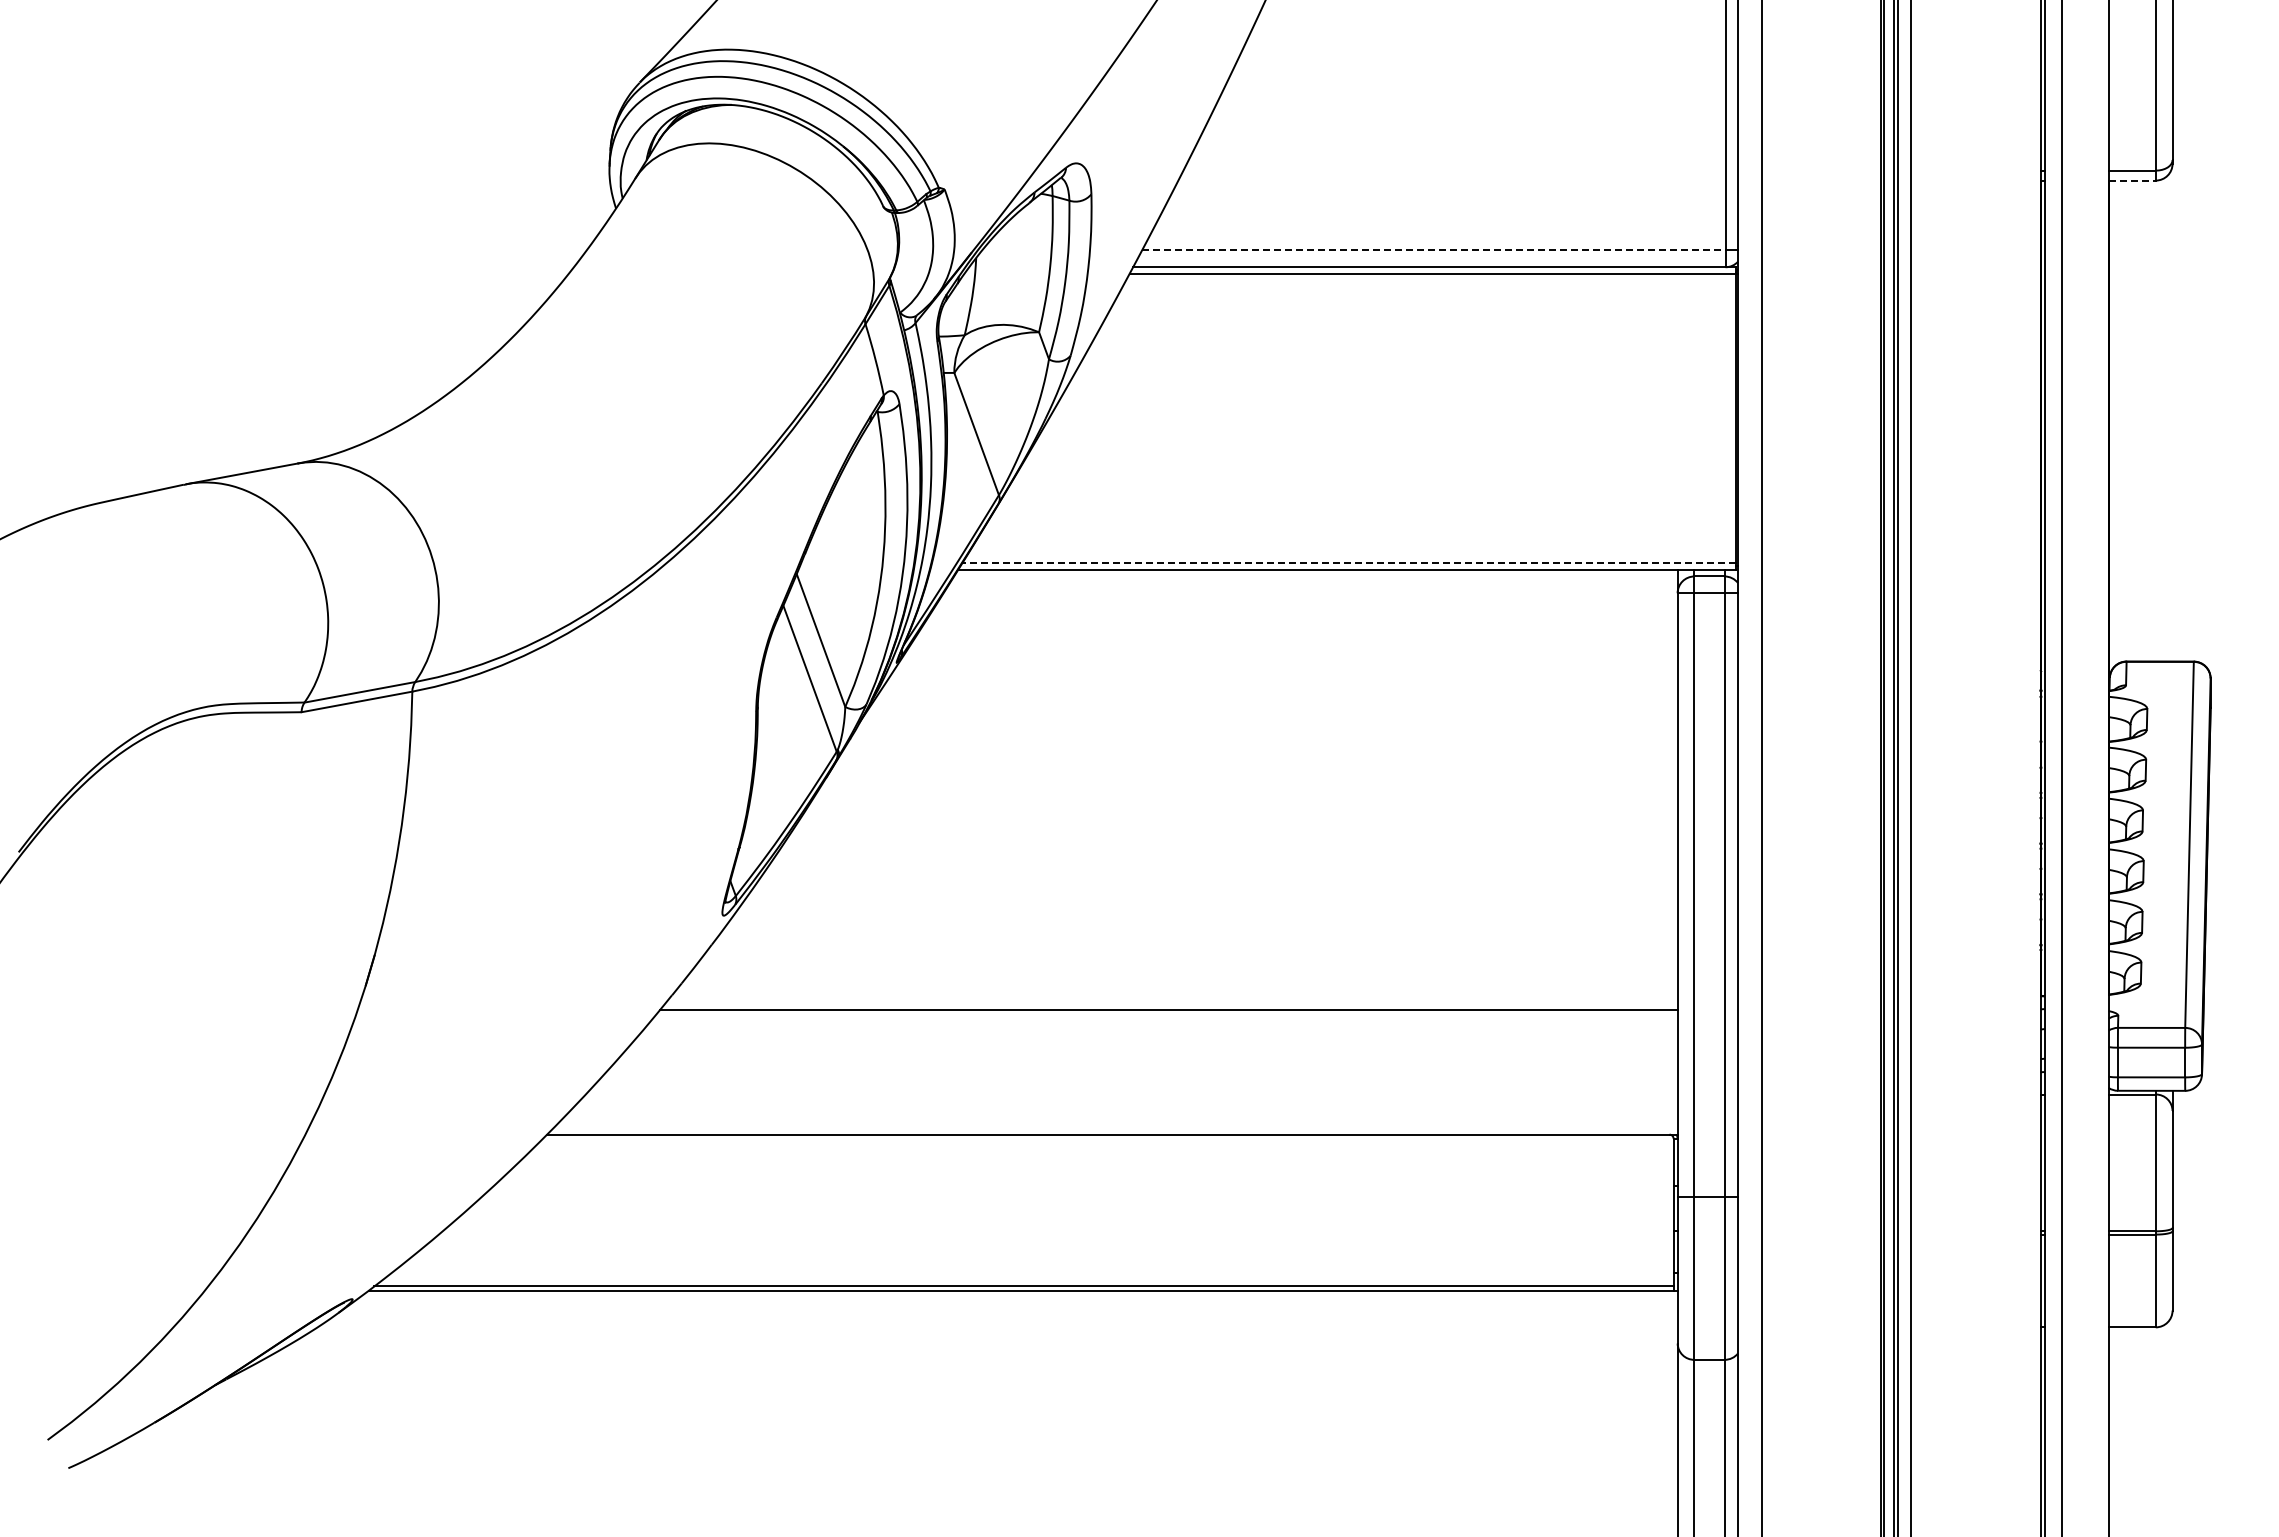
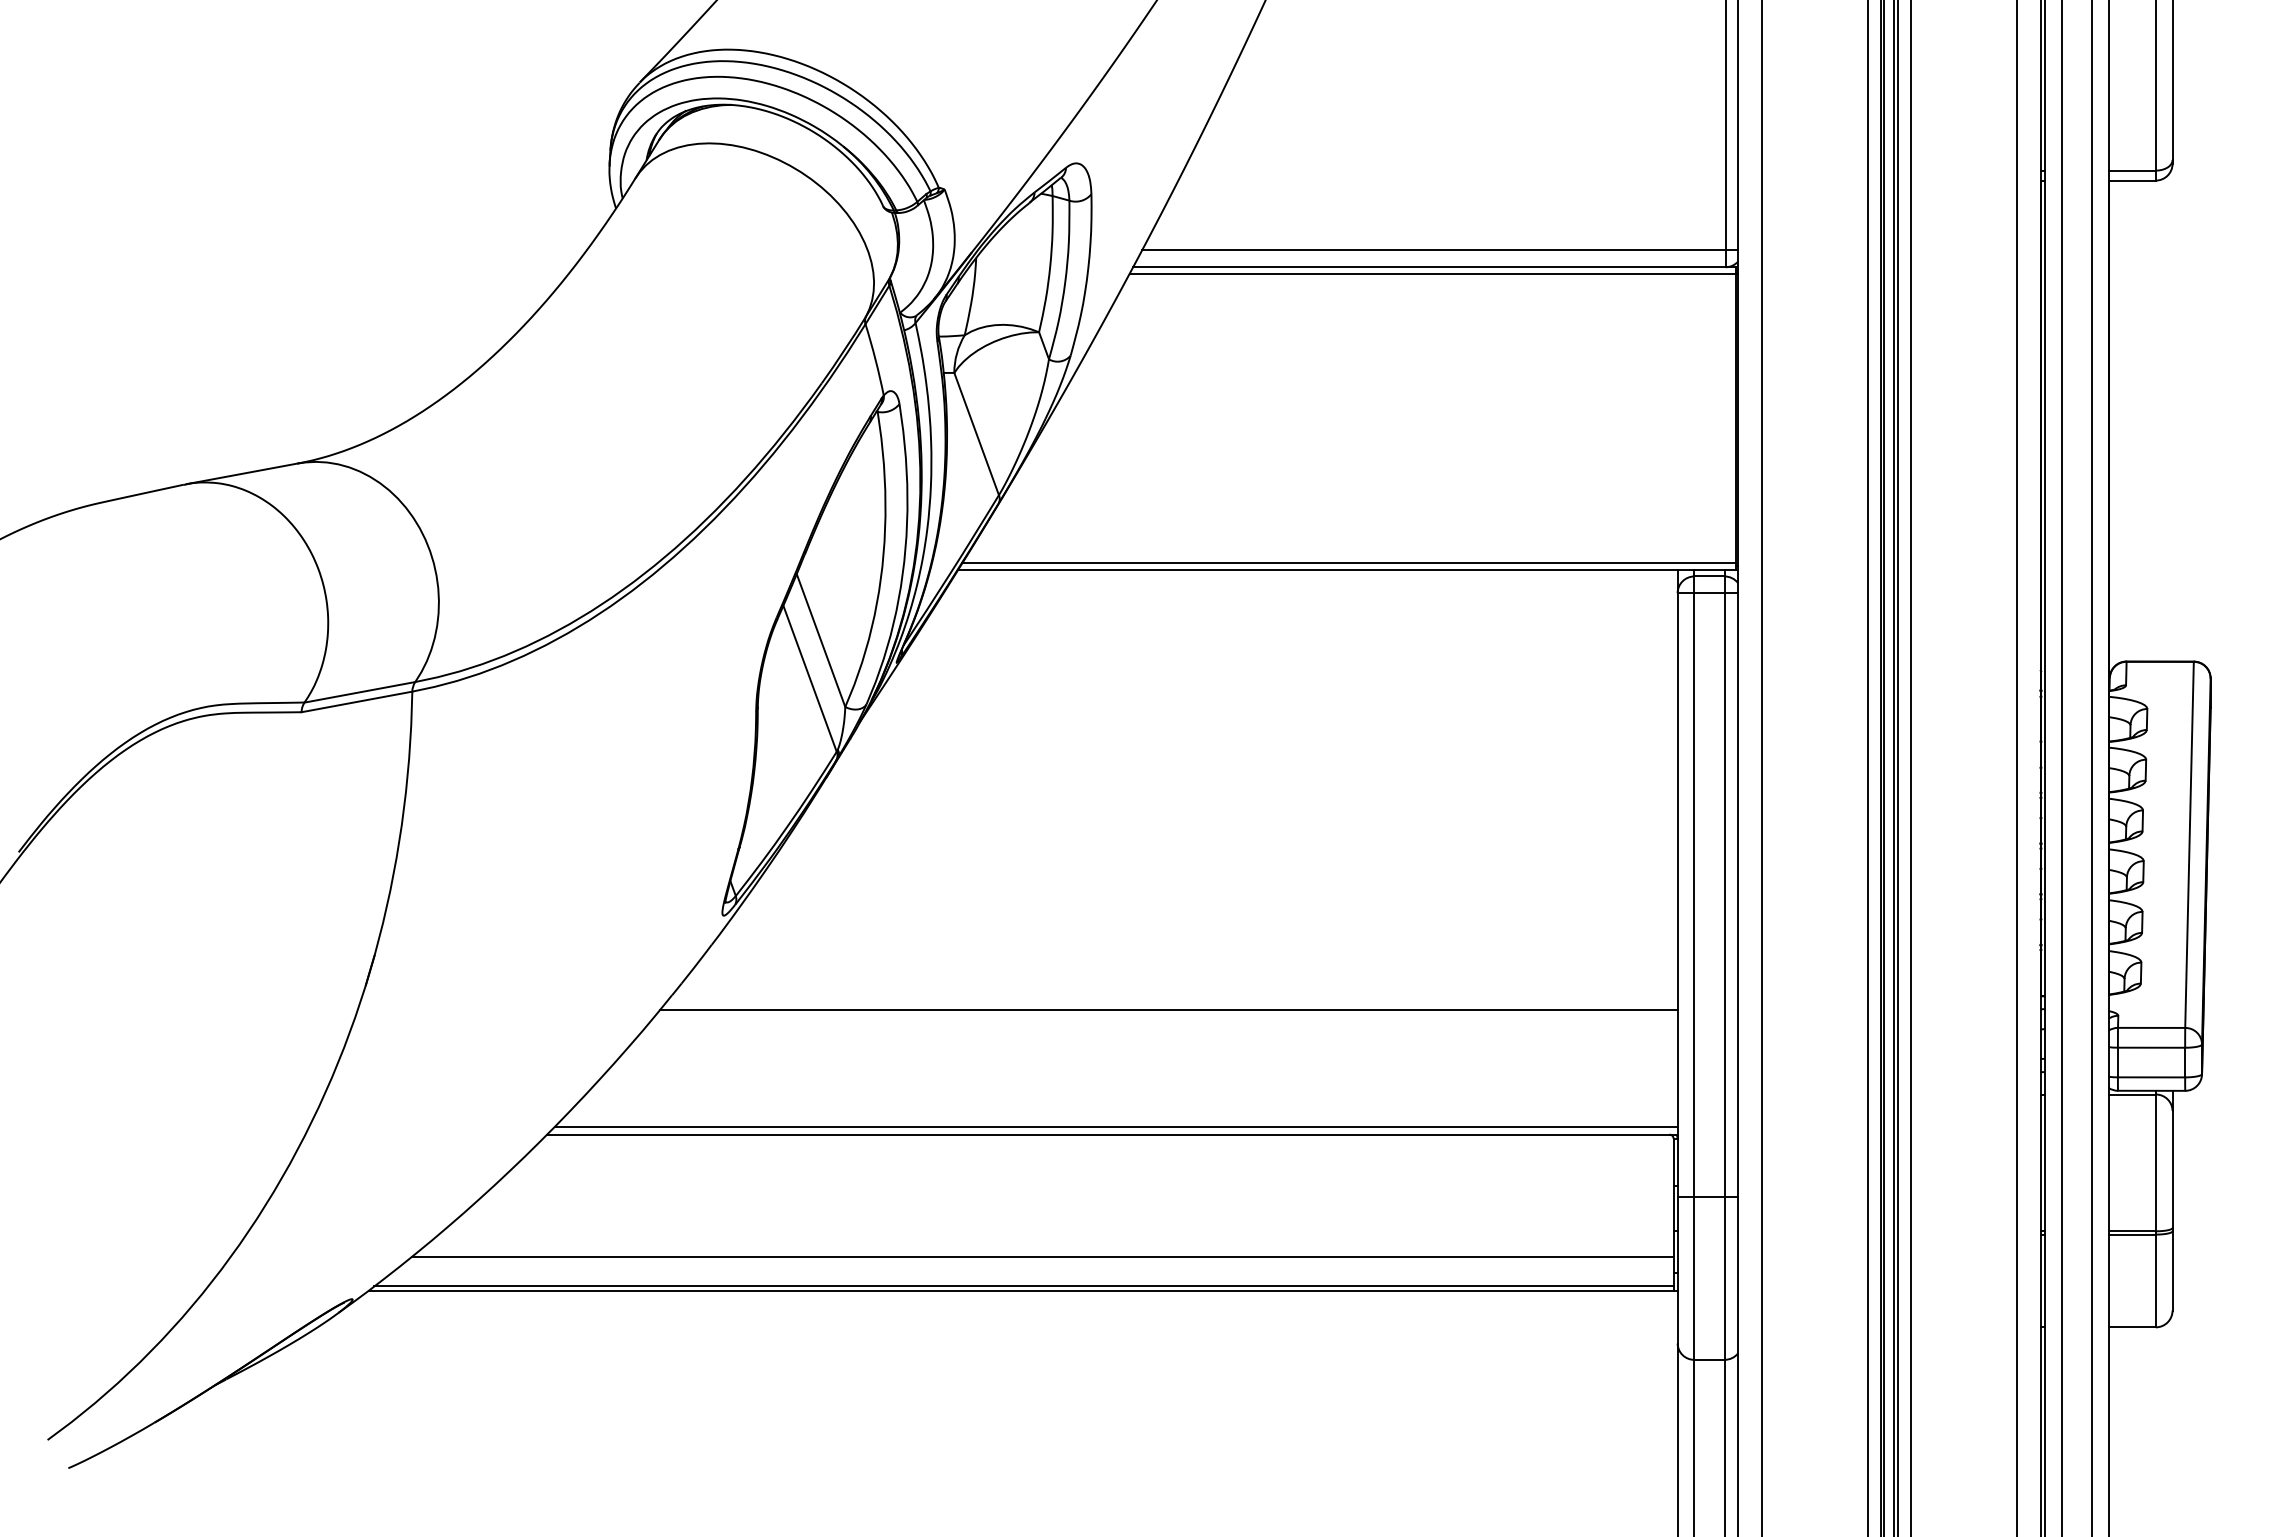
line at (2132, 180): dashed -> solid
line at (1433, 250): dashed -> solid
line at (1349, 563): dashed -> solid
line at (1867, 767): none -> present
line at (2016, 767): none -> present
line at (2091, 767): none -> present
line at (1115, 1126): none -> present
line at (1042, 1256): none -> present
